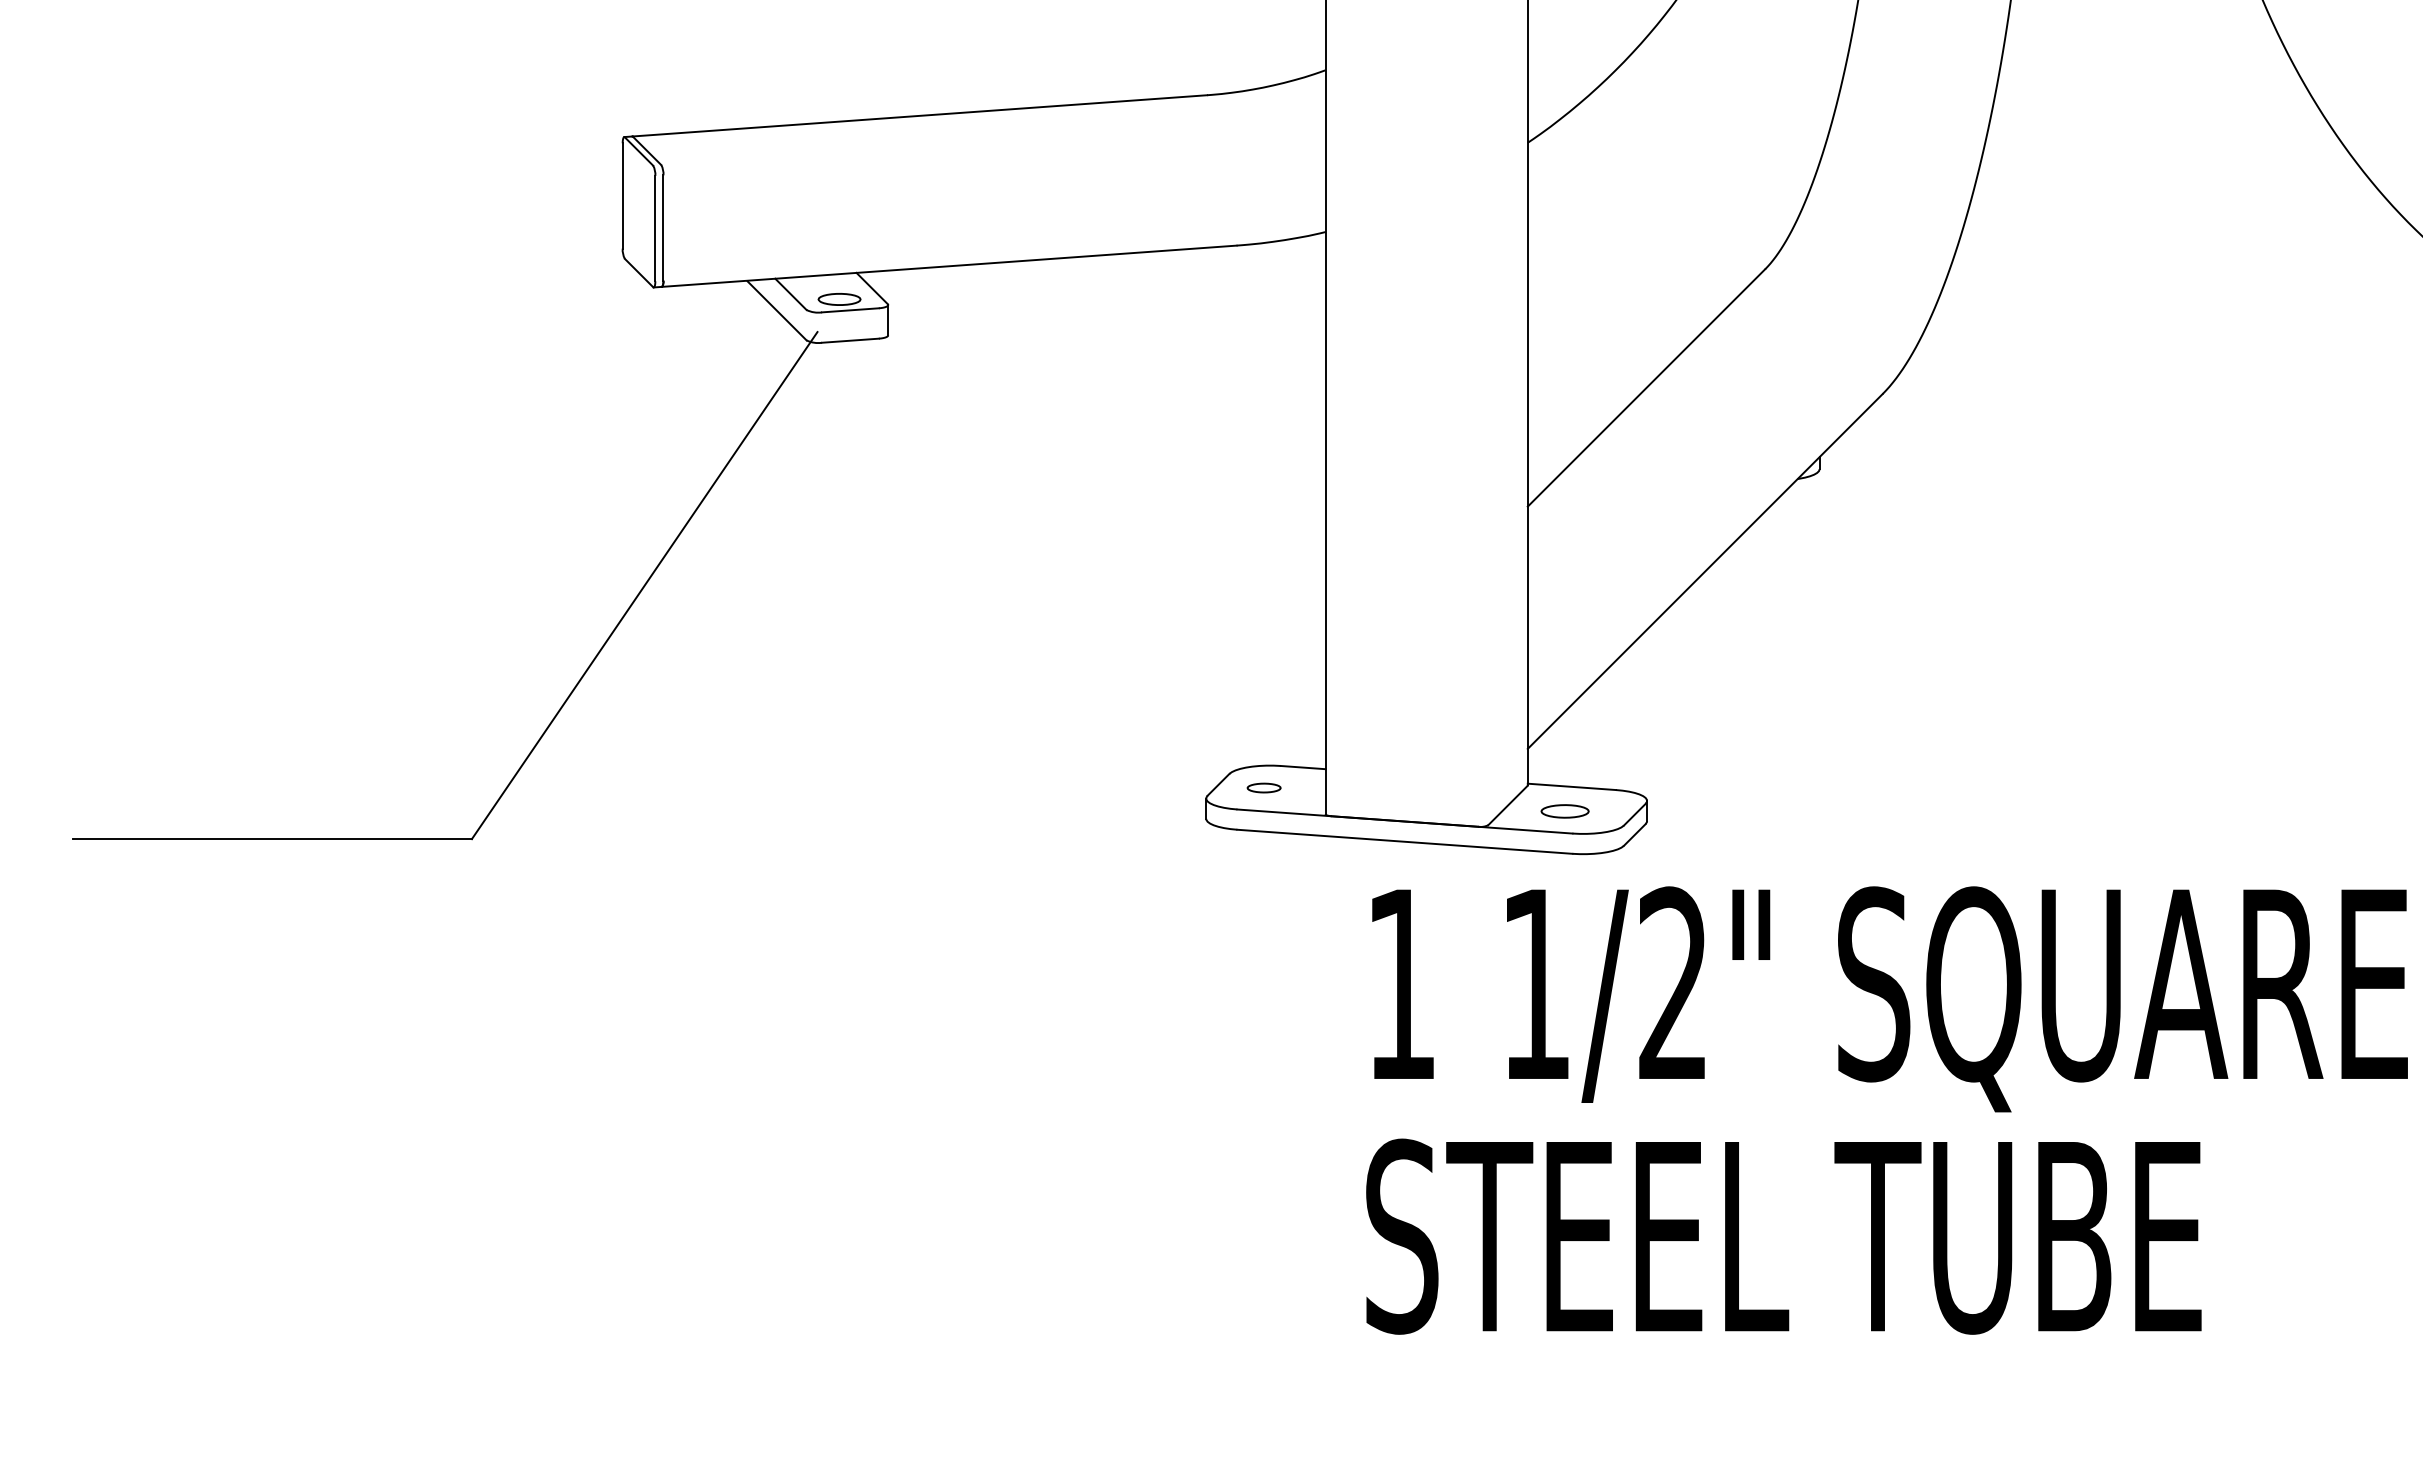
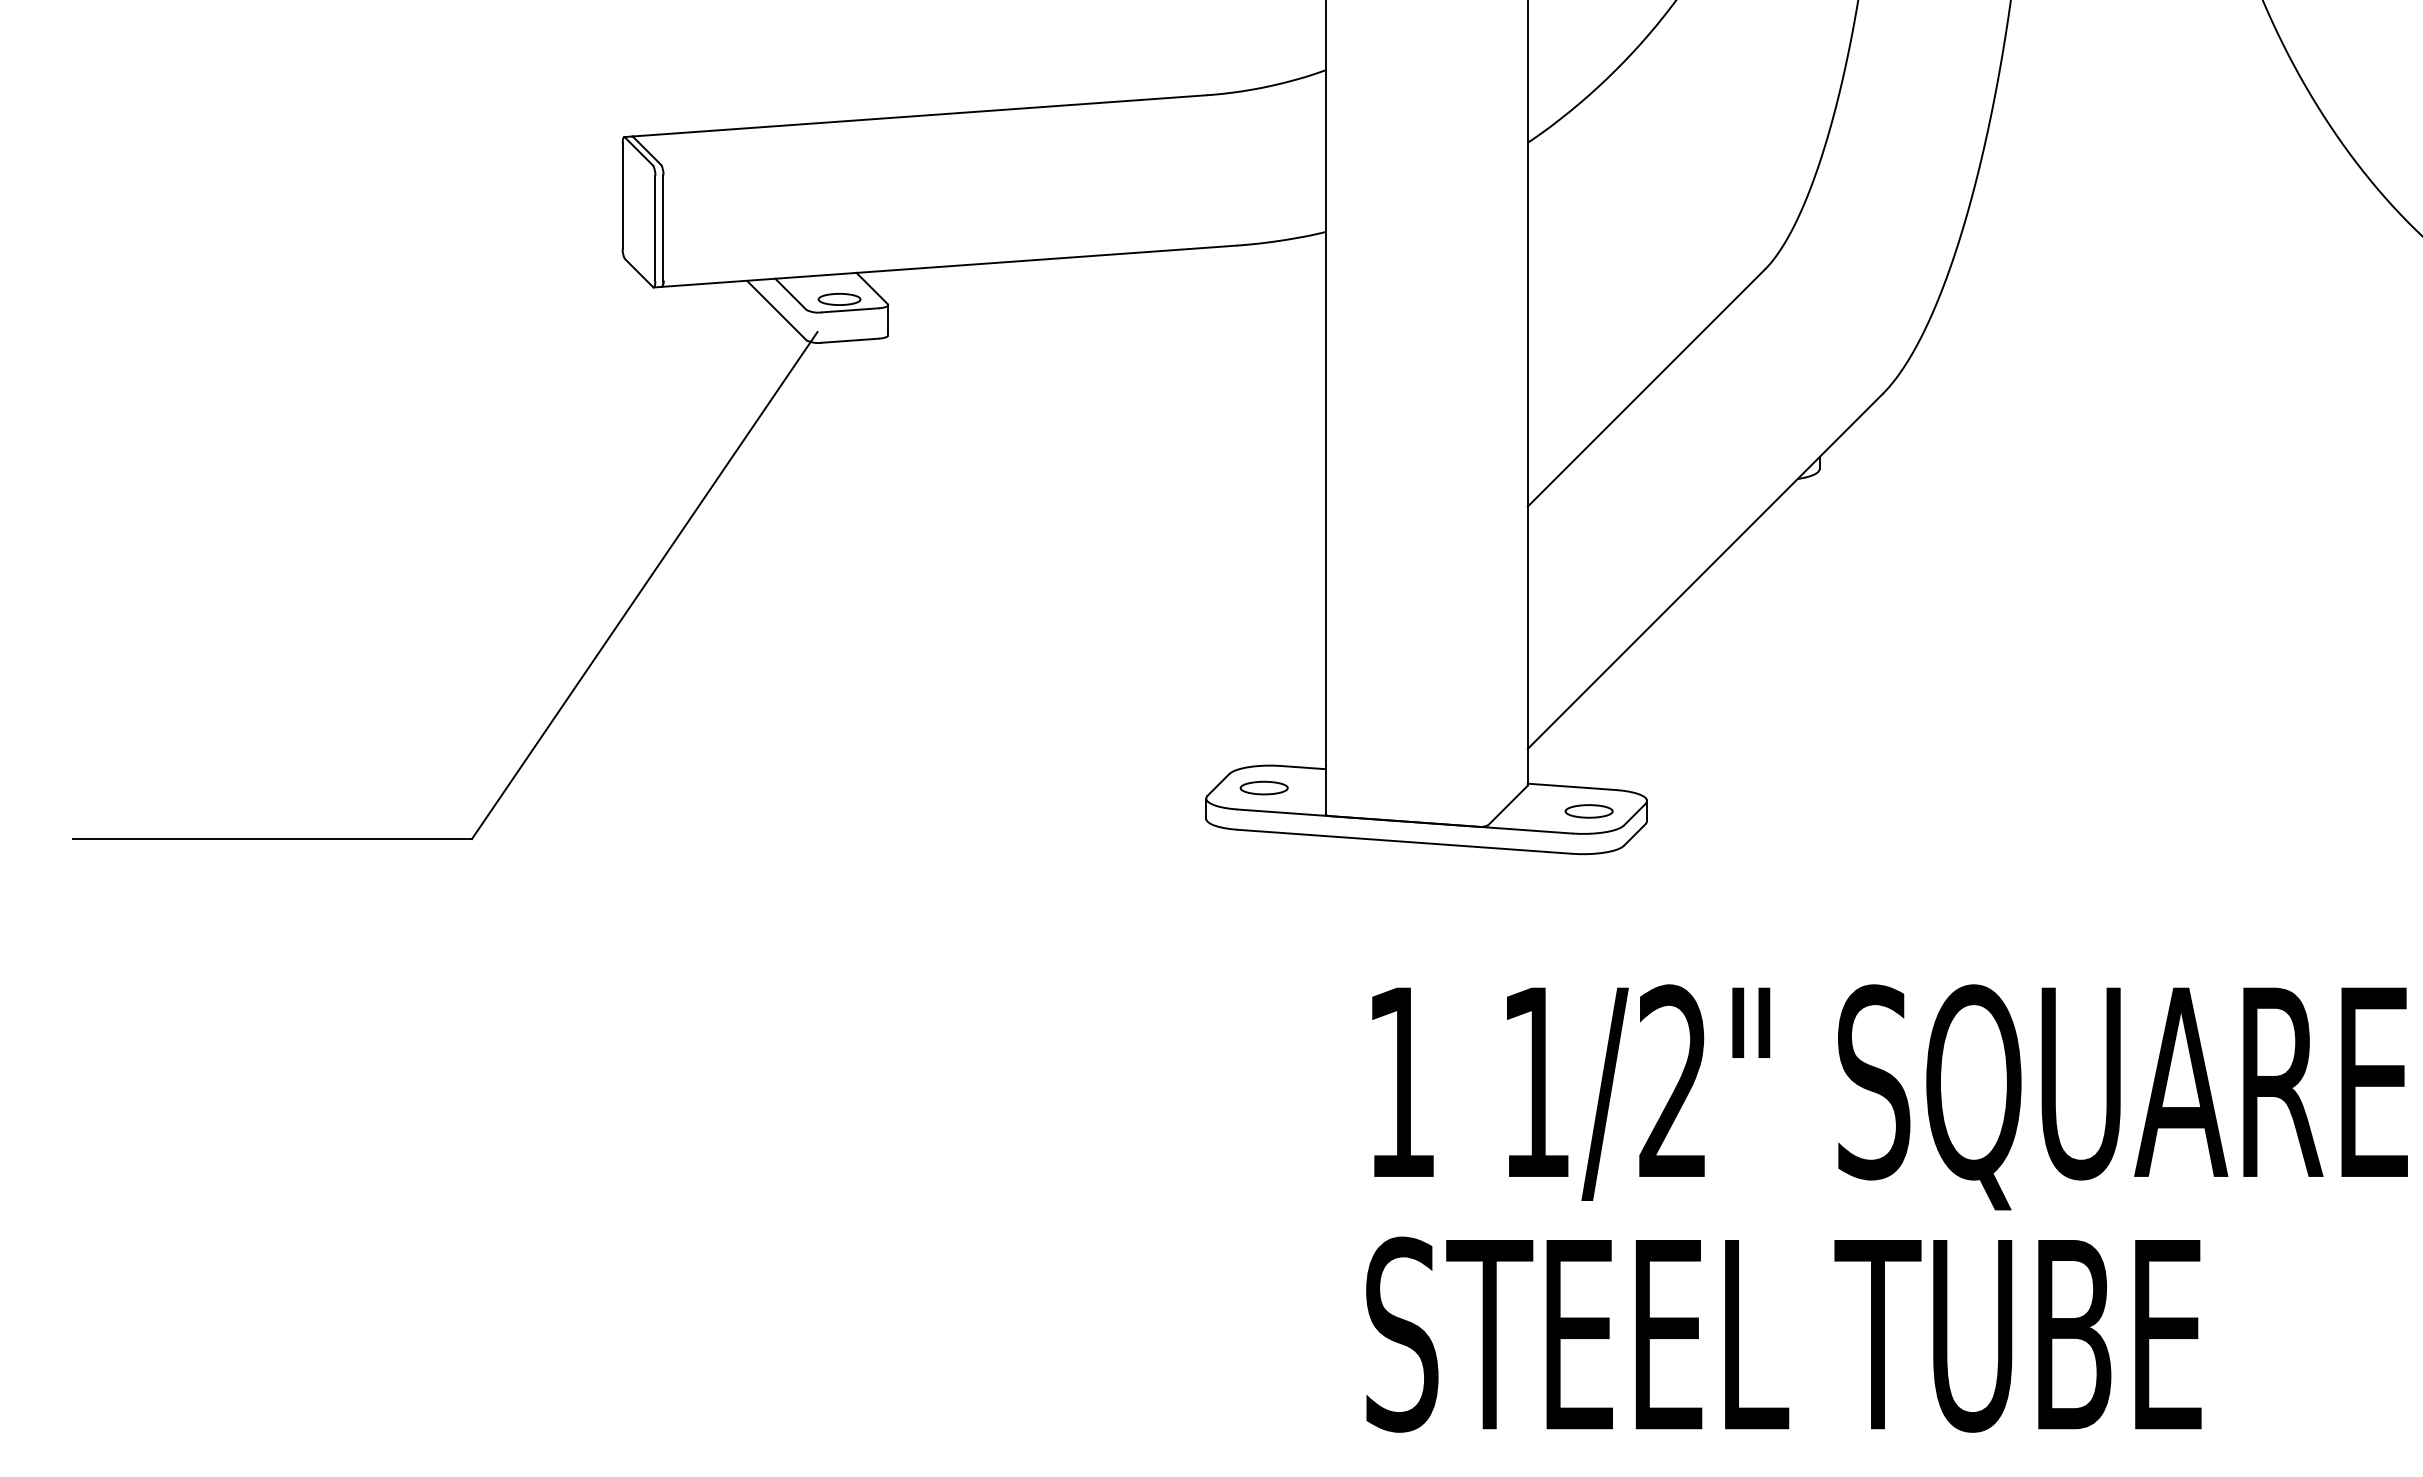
part at (1263, 787) size: 36x12 px -> 50x16 px
part at (1564, 811) position: (1564, 811) -> (1588, 811)
text at (1886, 1110) position: (1886, 1110) -> (1886, 1208)
